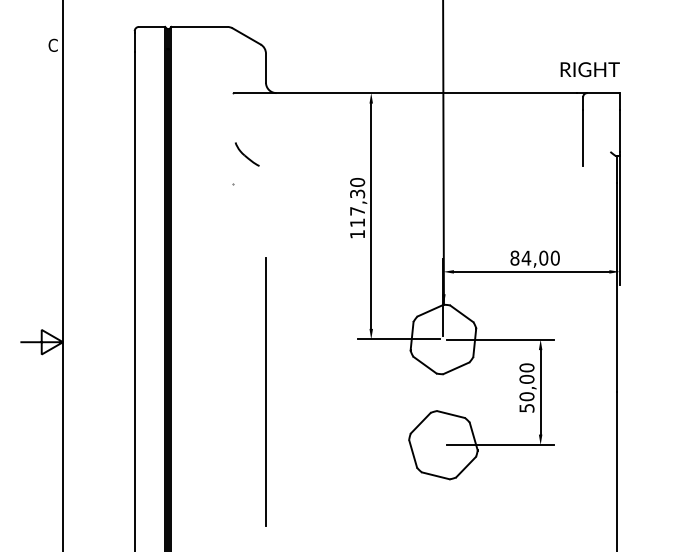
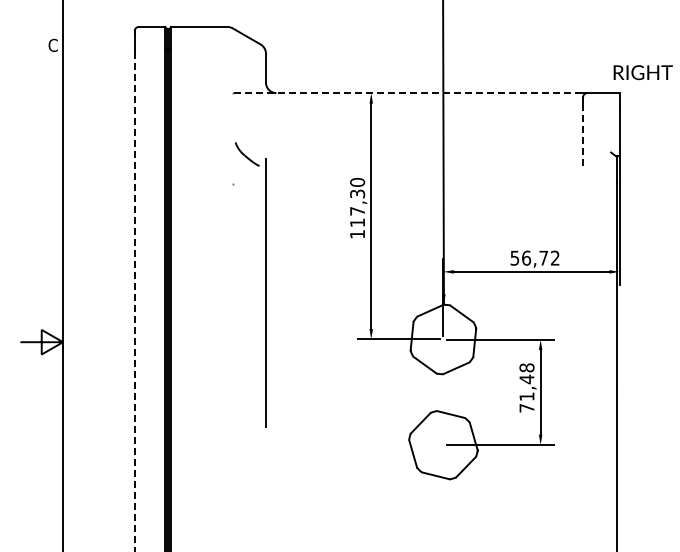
text at (589, 69) position: (589, 69) -> (642, 72)
line at (405, 93): solid -> dashed
line at (583, 137): solid -> dashed
text at (534, 257): 84,00 -> 56,72
line at (134, 301): solid -> dashed
text at (526, 387): 50,00 -> 71,48
line at (265, 391) position: (265, 391) -> (265, 292)
